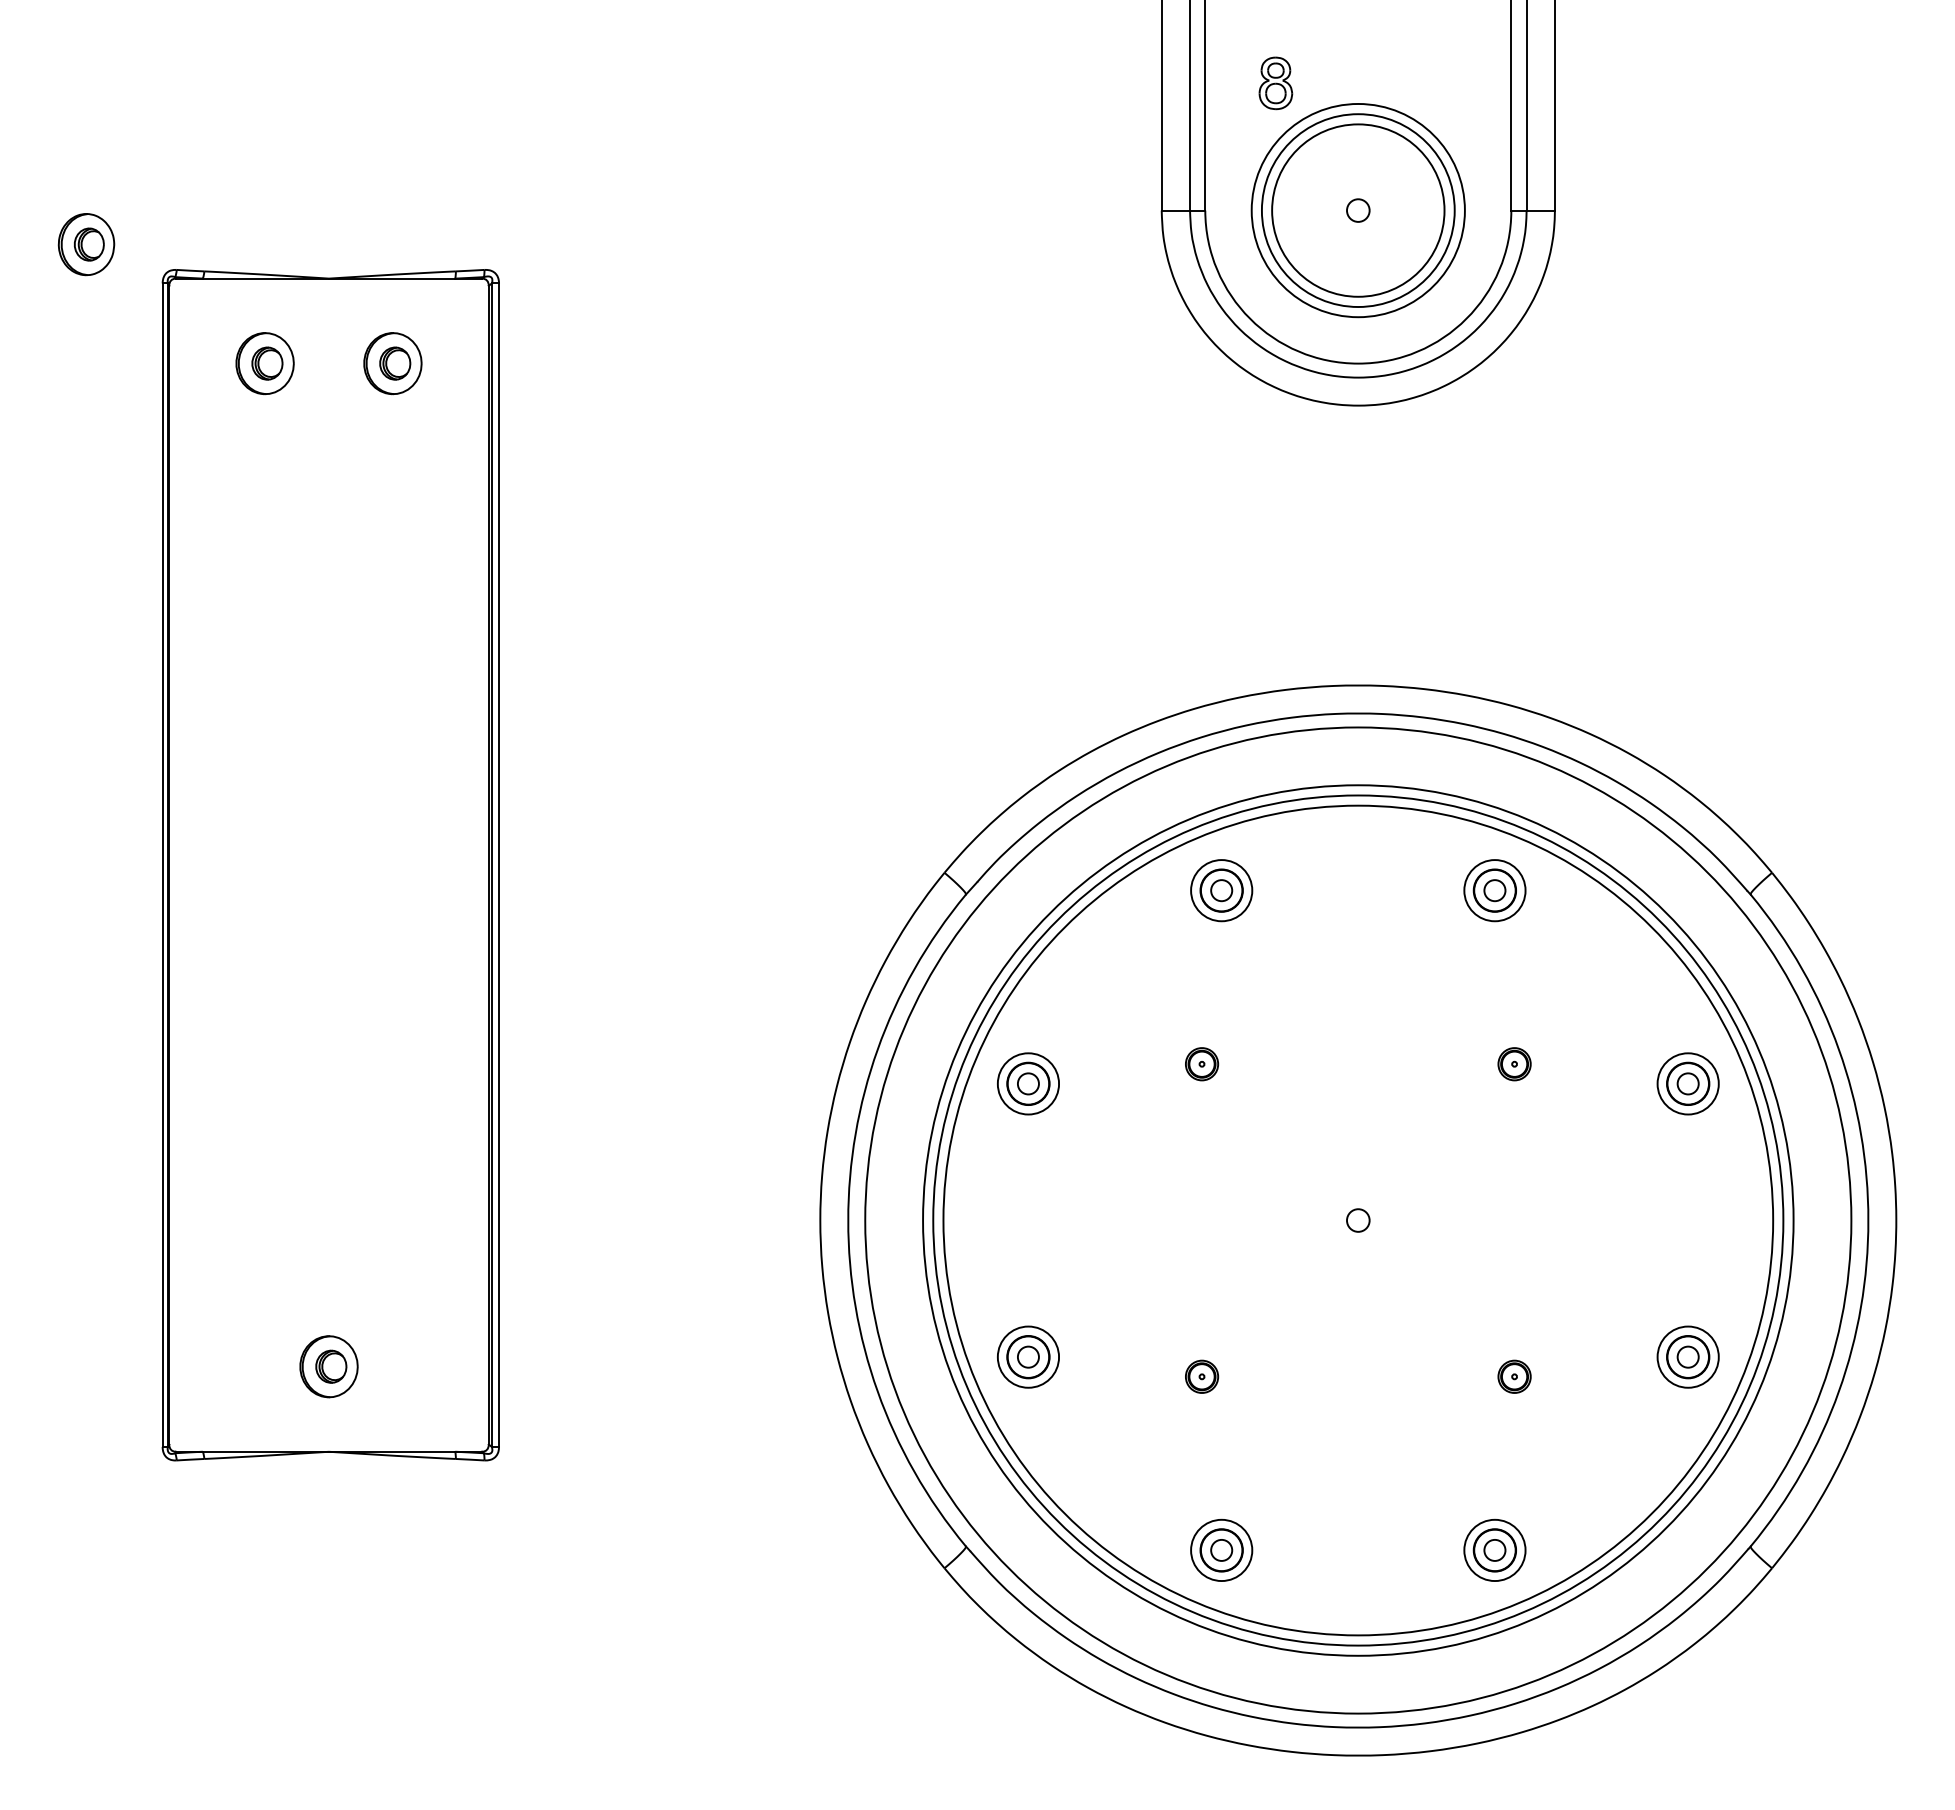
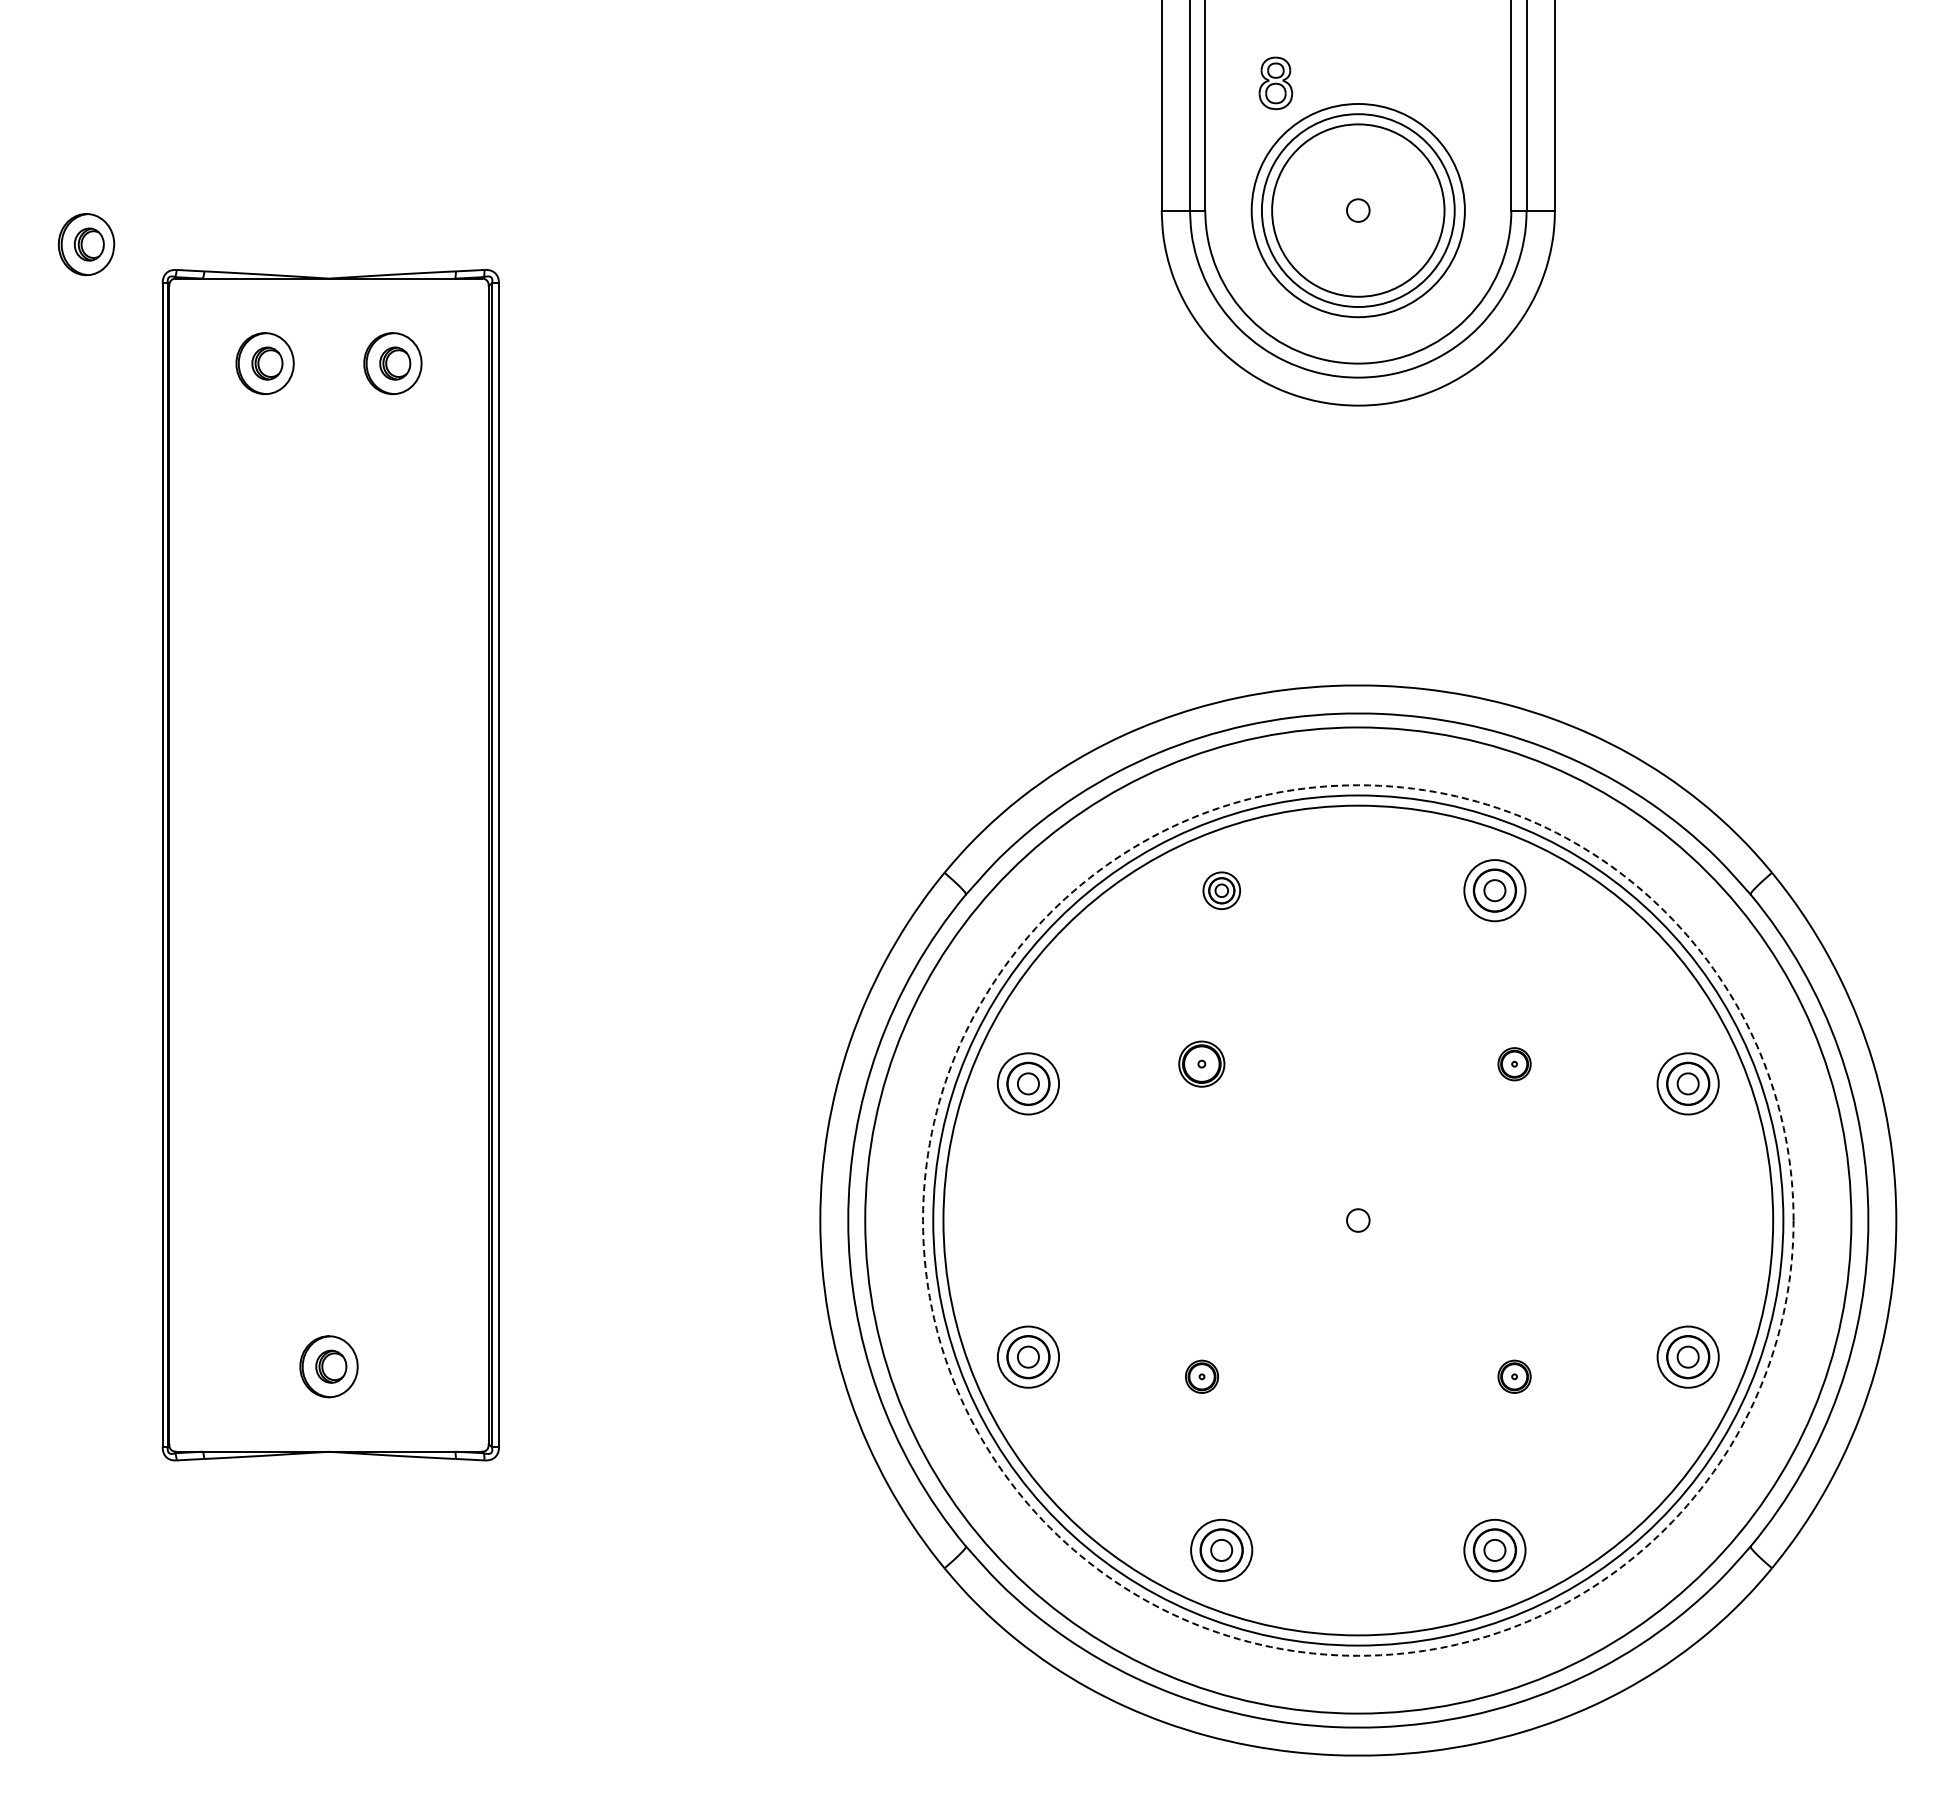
part at (1221, 890) size: 64x64 px -> 40x39 px
part at (1202, 1064) size: 35x35 px -> 48x48 px
circle at (1358, 1220): solid -> dashed
